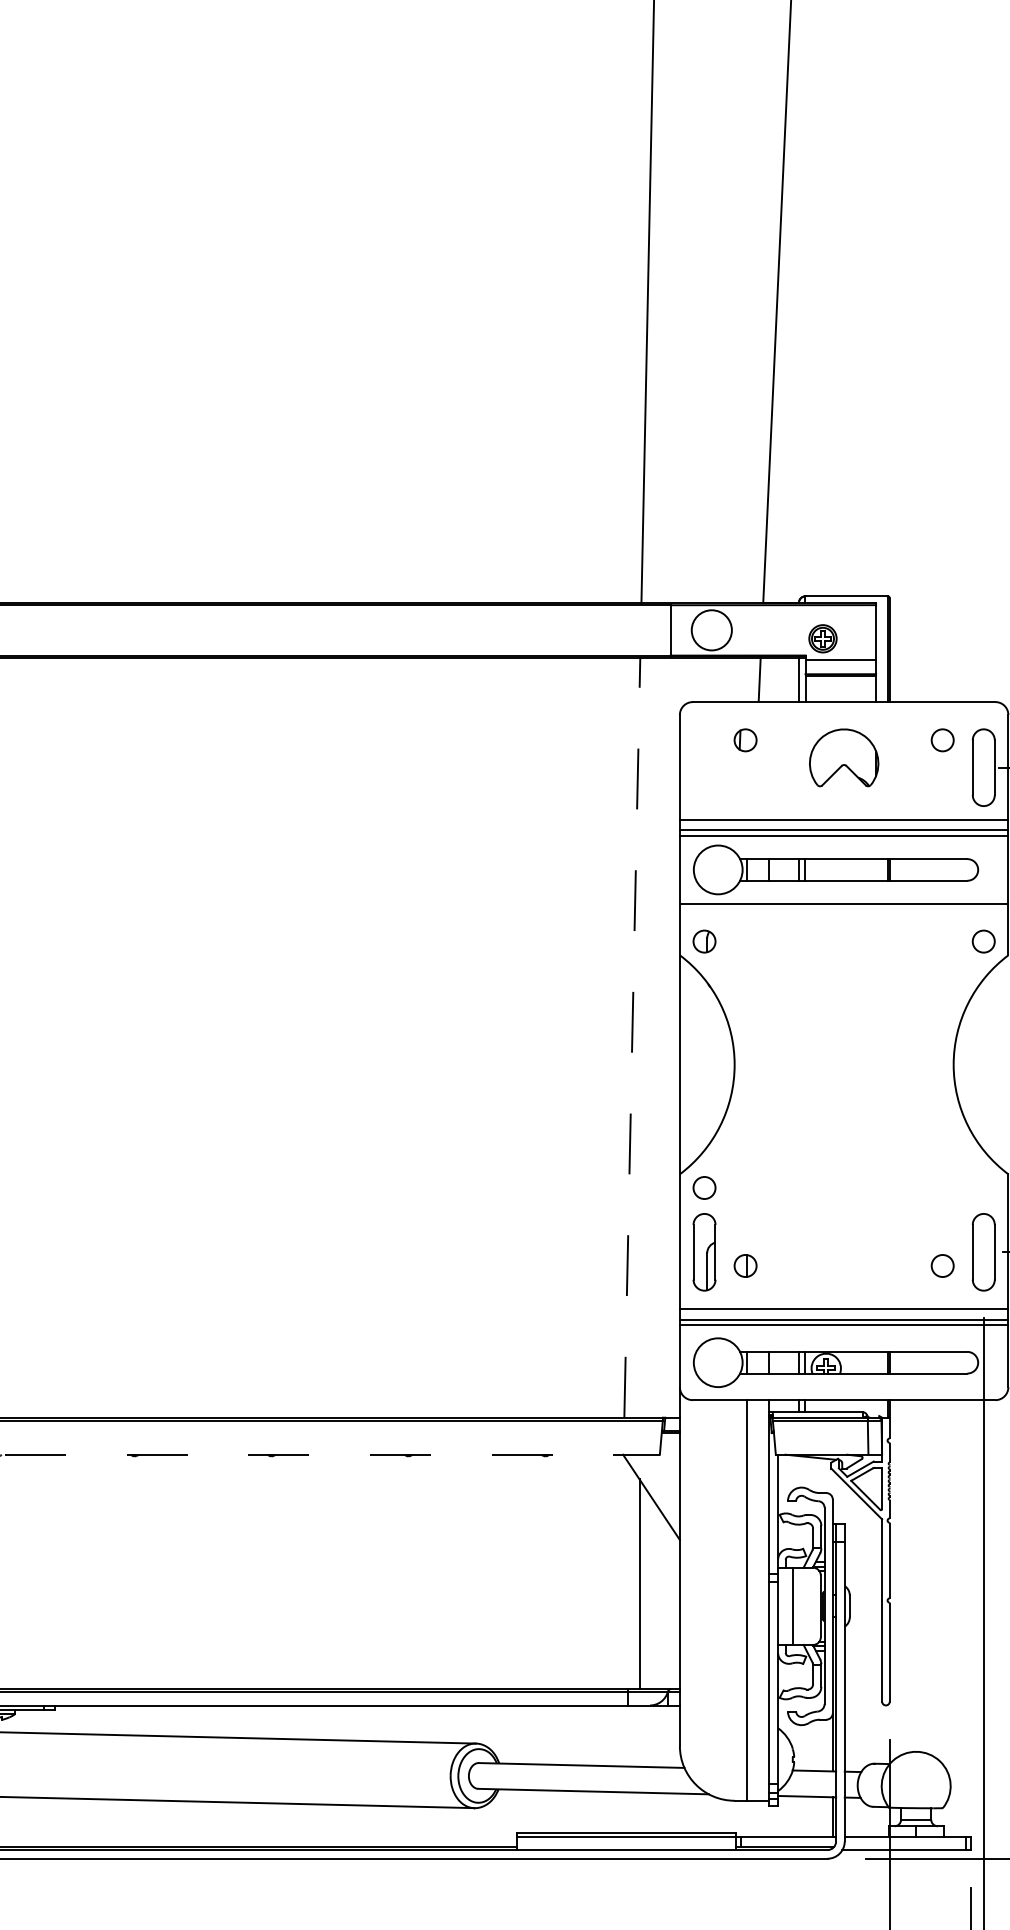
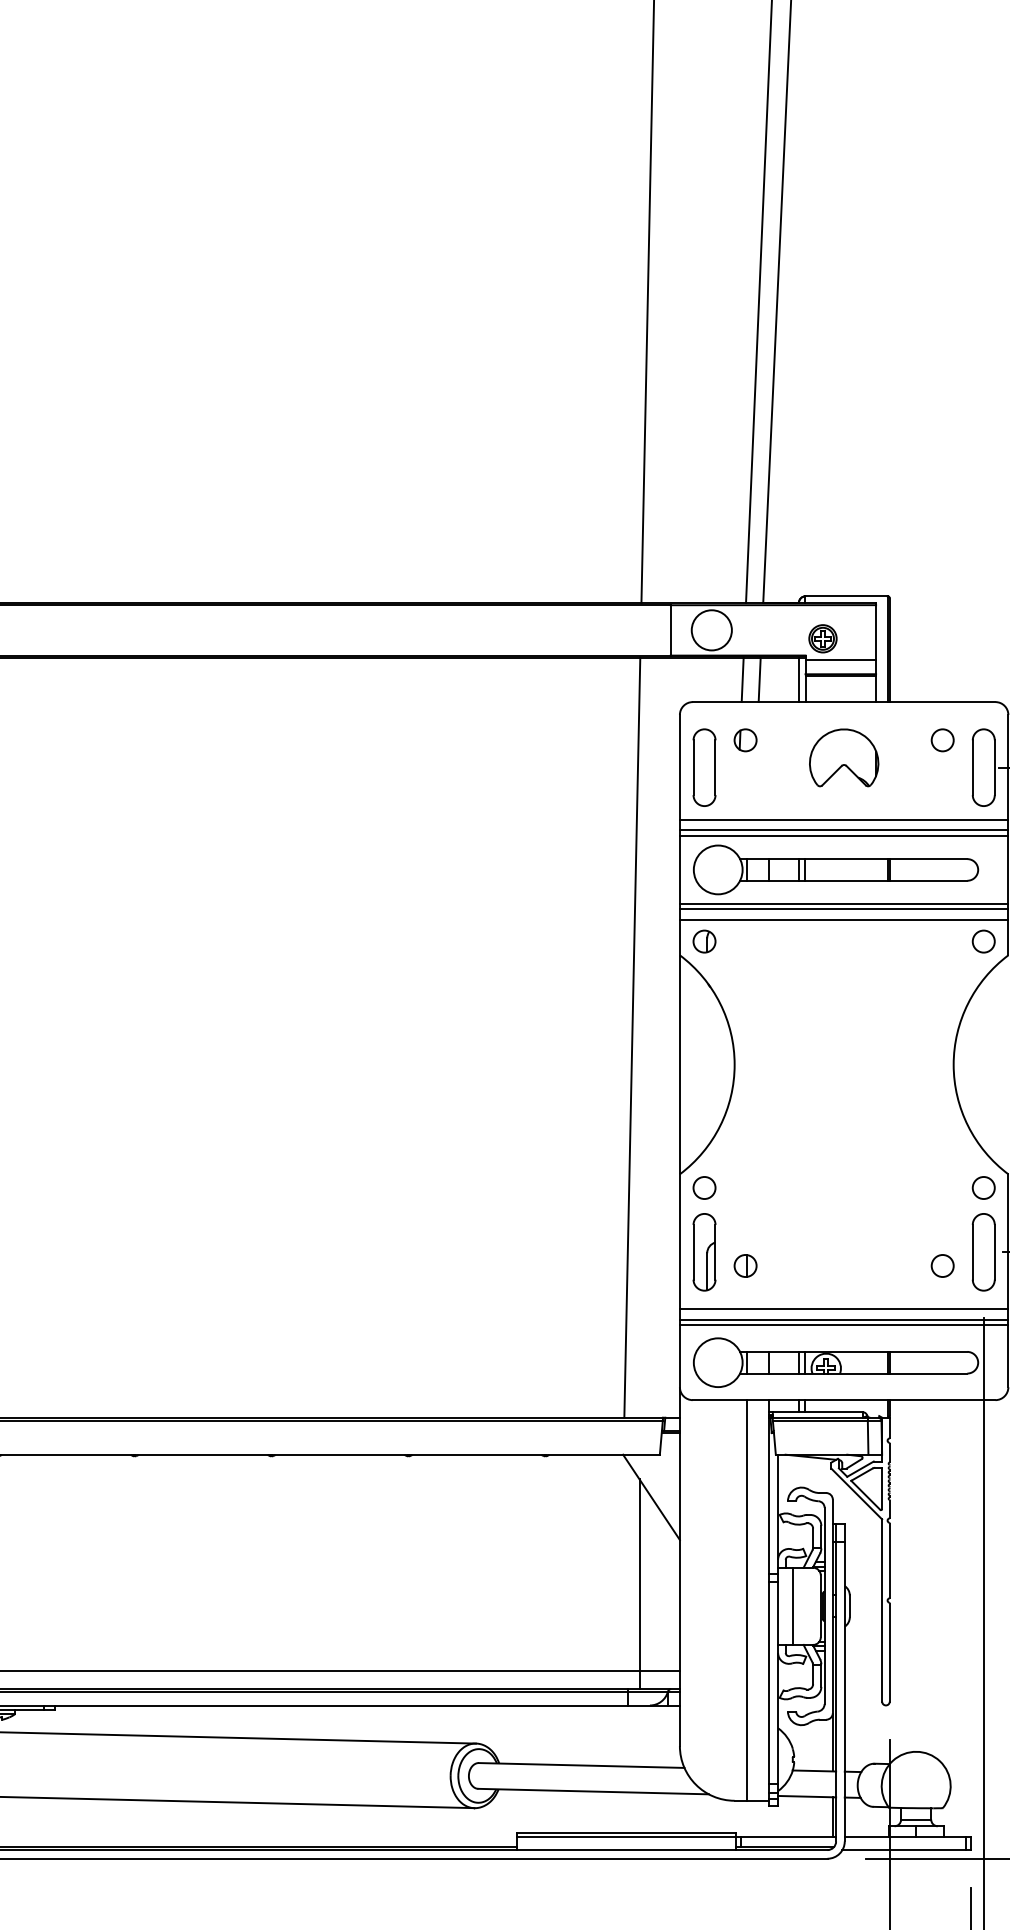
line at (758, 302): none -> present
line at (742, 679): none -> present
part at (704, 767): none -> present
line at (842, 909): none -> present
line at (842, 920): none -> present
line at (632, 1037): dashed -> solid
circle at (983, 1187): none -> present
line at (330, 1454): dashed -> solid
line at (340, 1671): none -> present
